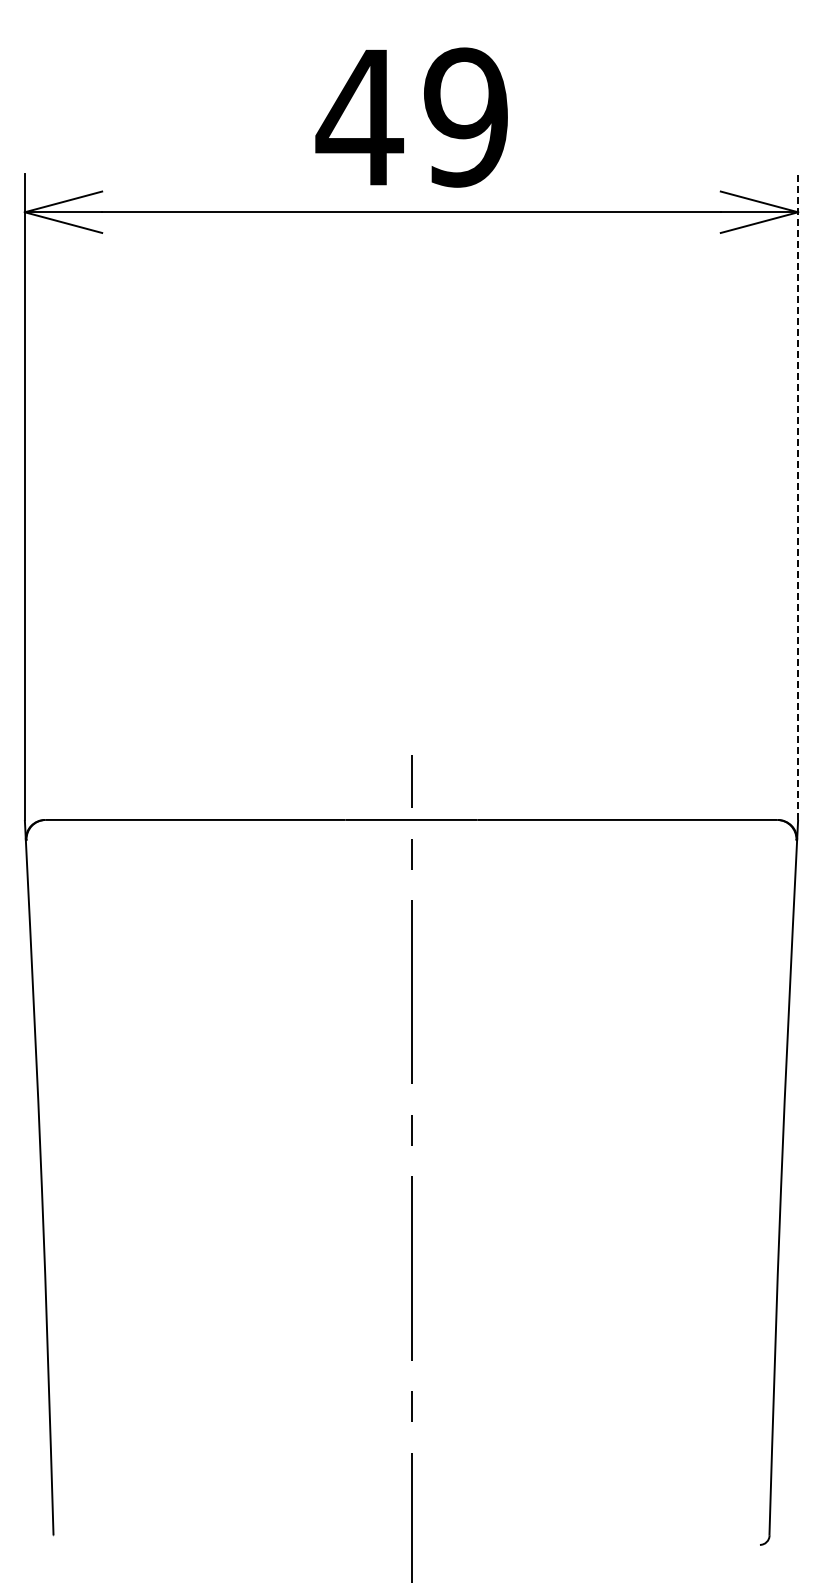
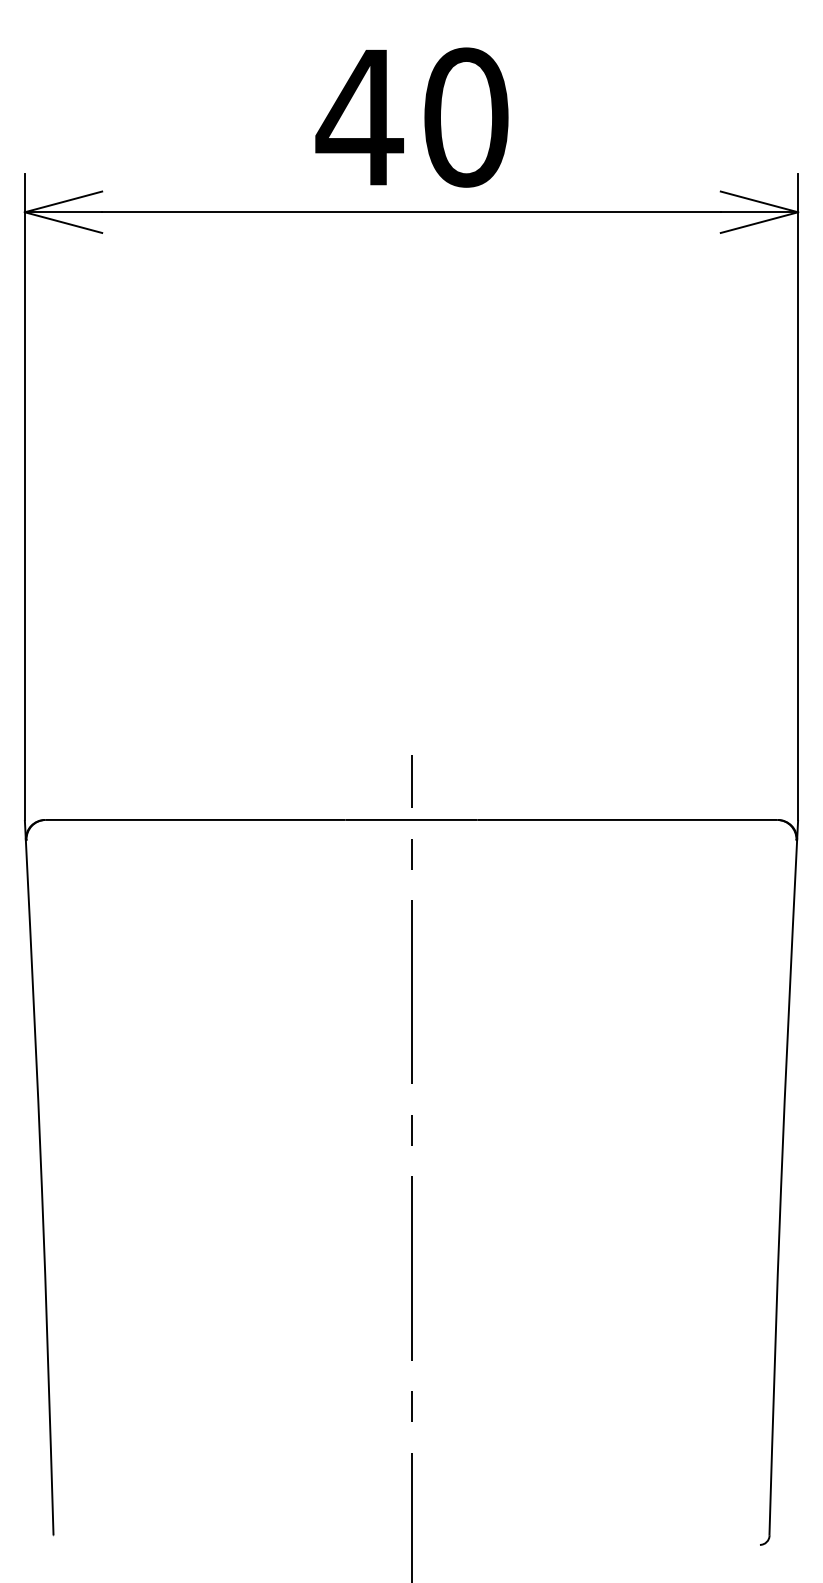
text at (466, 117): 49 -> 40
line at (798, 496): dashed -> solid
